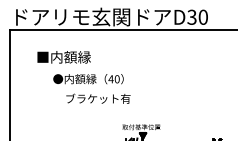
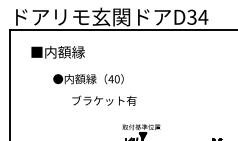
text at (203, 16): D30 -> D34
text at (63, 57) position: (63, 57) -> (57, 52)
text at (98, 98) position: (98, 98) -> (104, 100)
